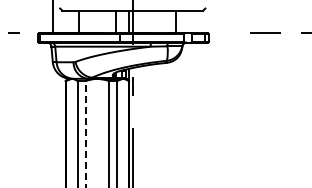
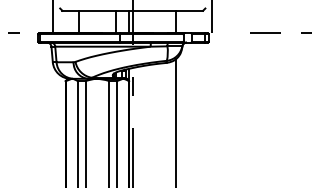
line at (212, 17): none -> present
line at (176, 121): none -> present
line at (85, 133): dashed -> solid
